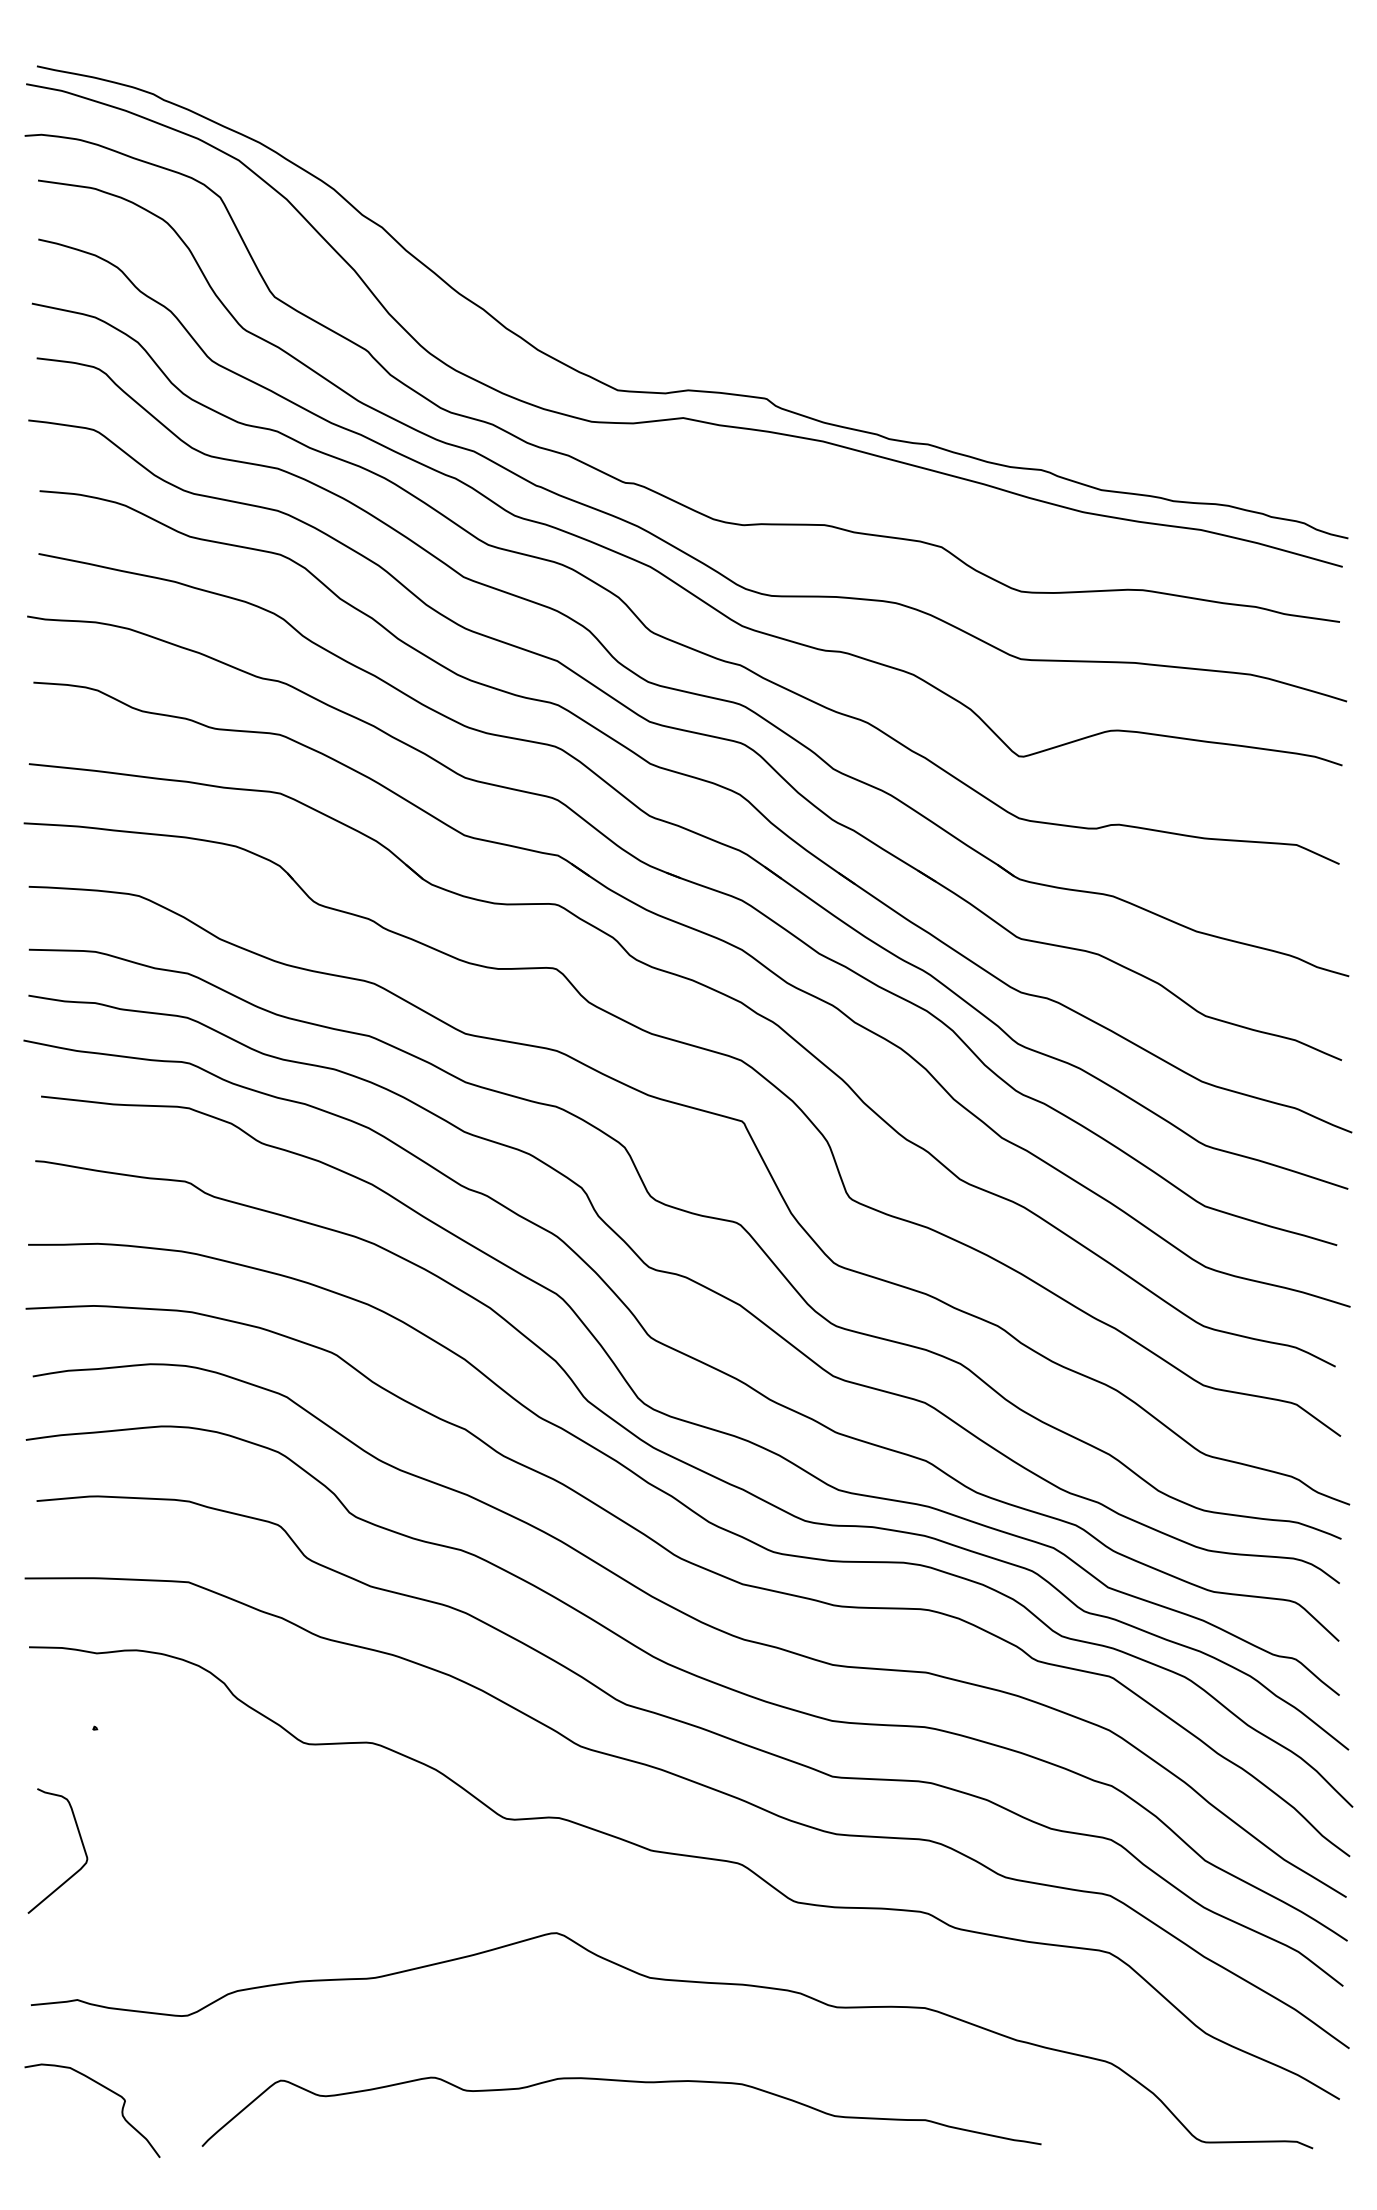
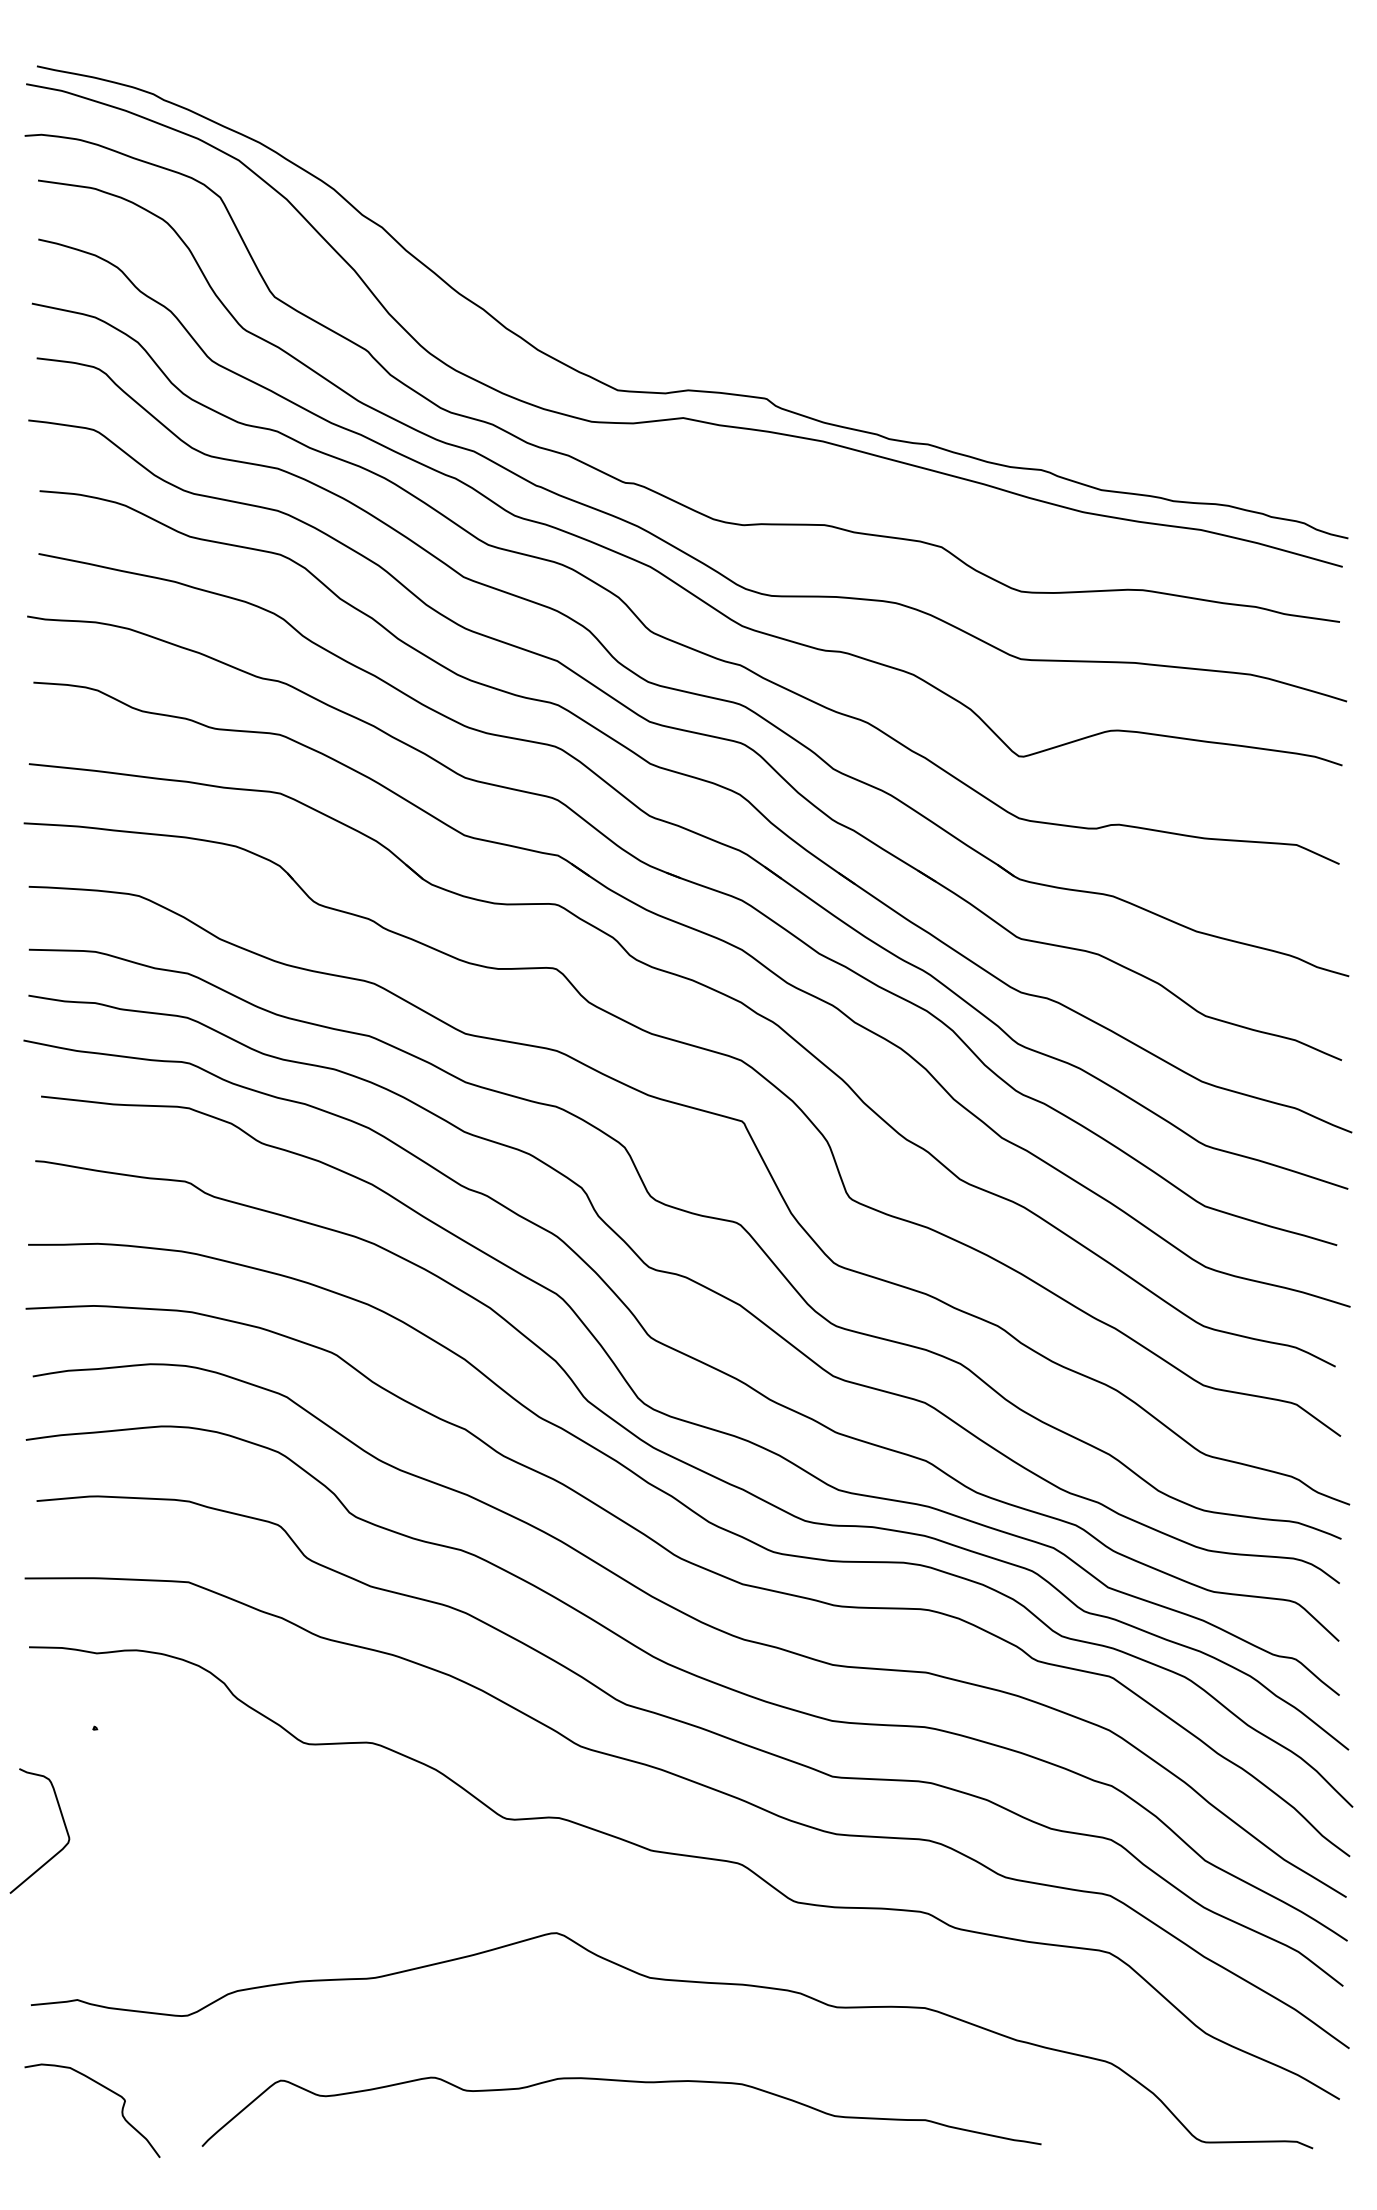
curve at (81, 1843) position: (81, 1843) -> (63, 1823)
